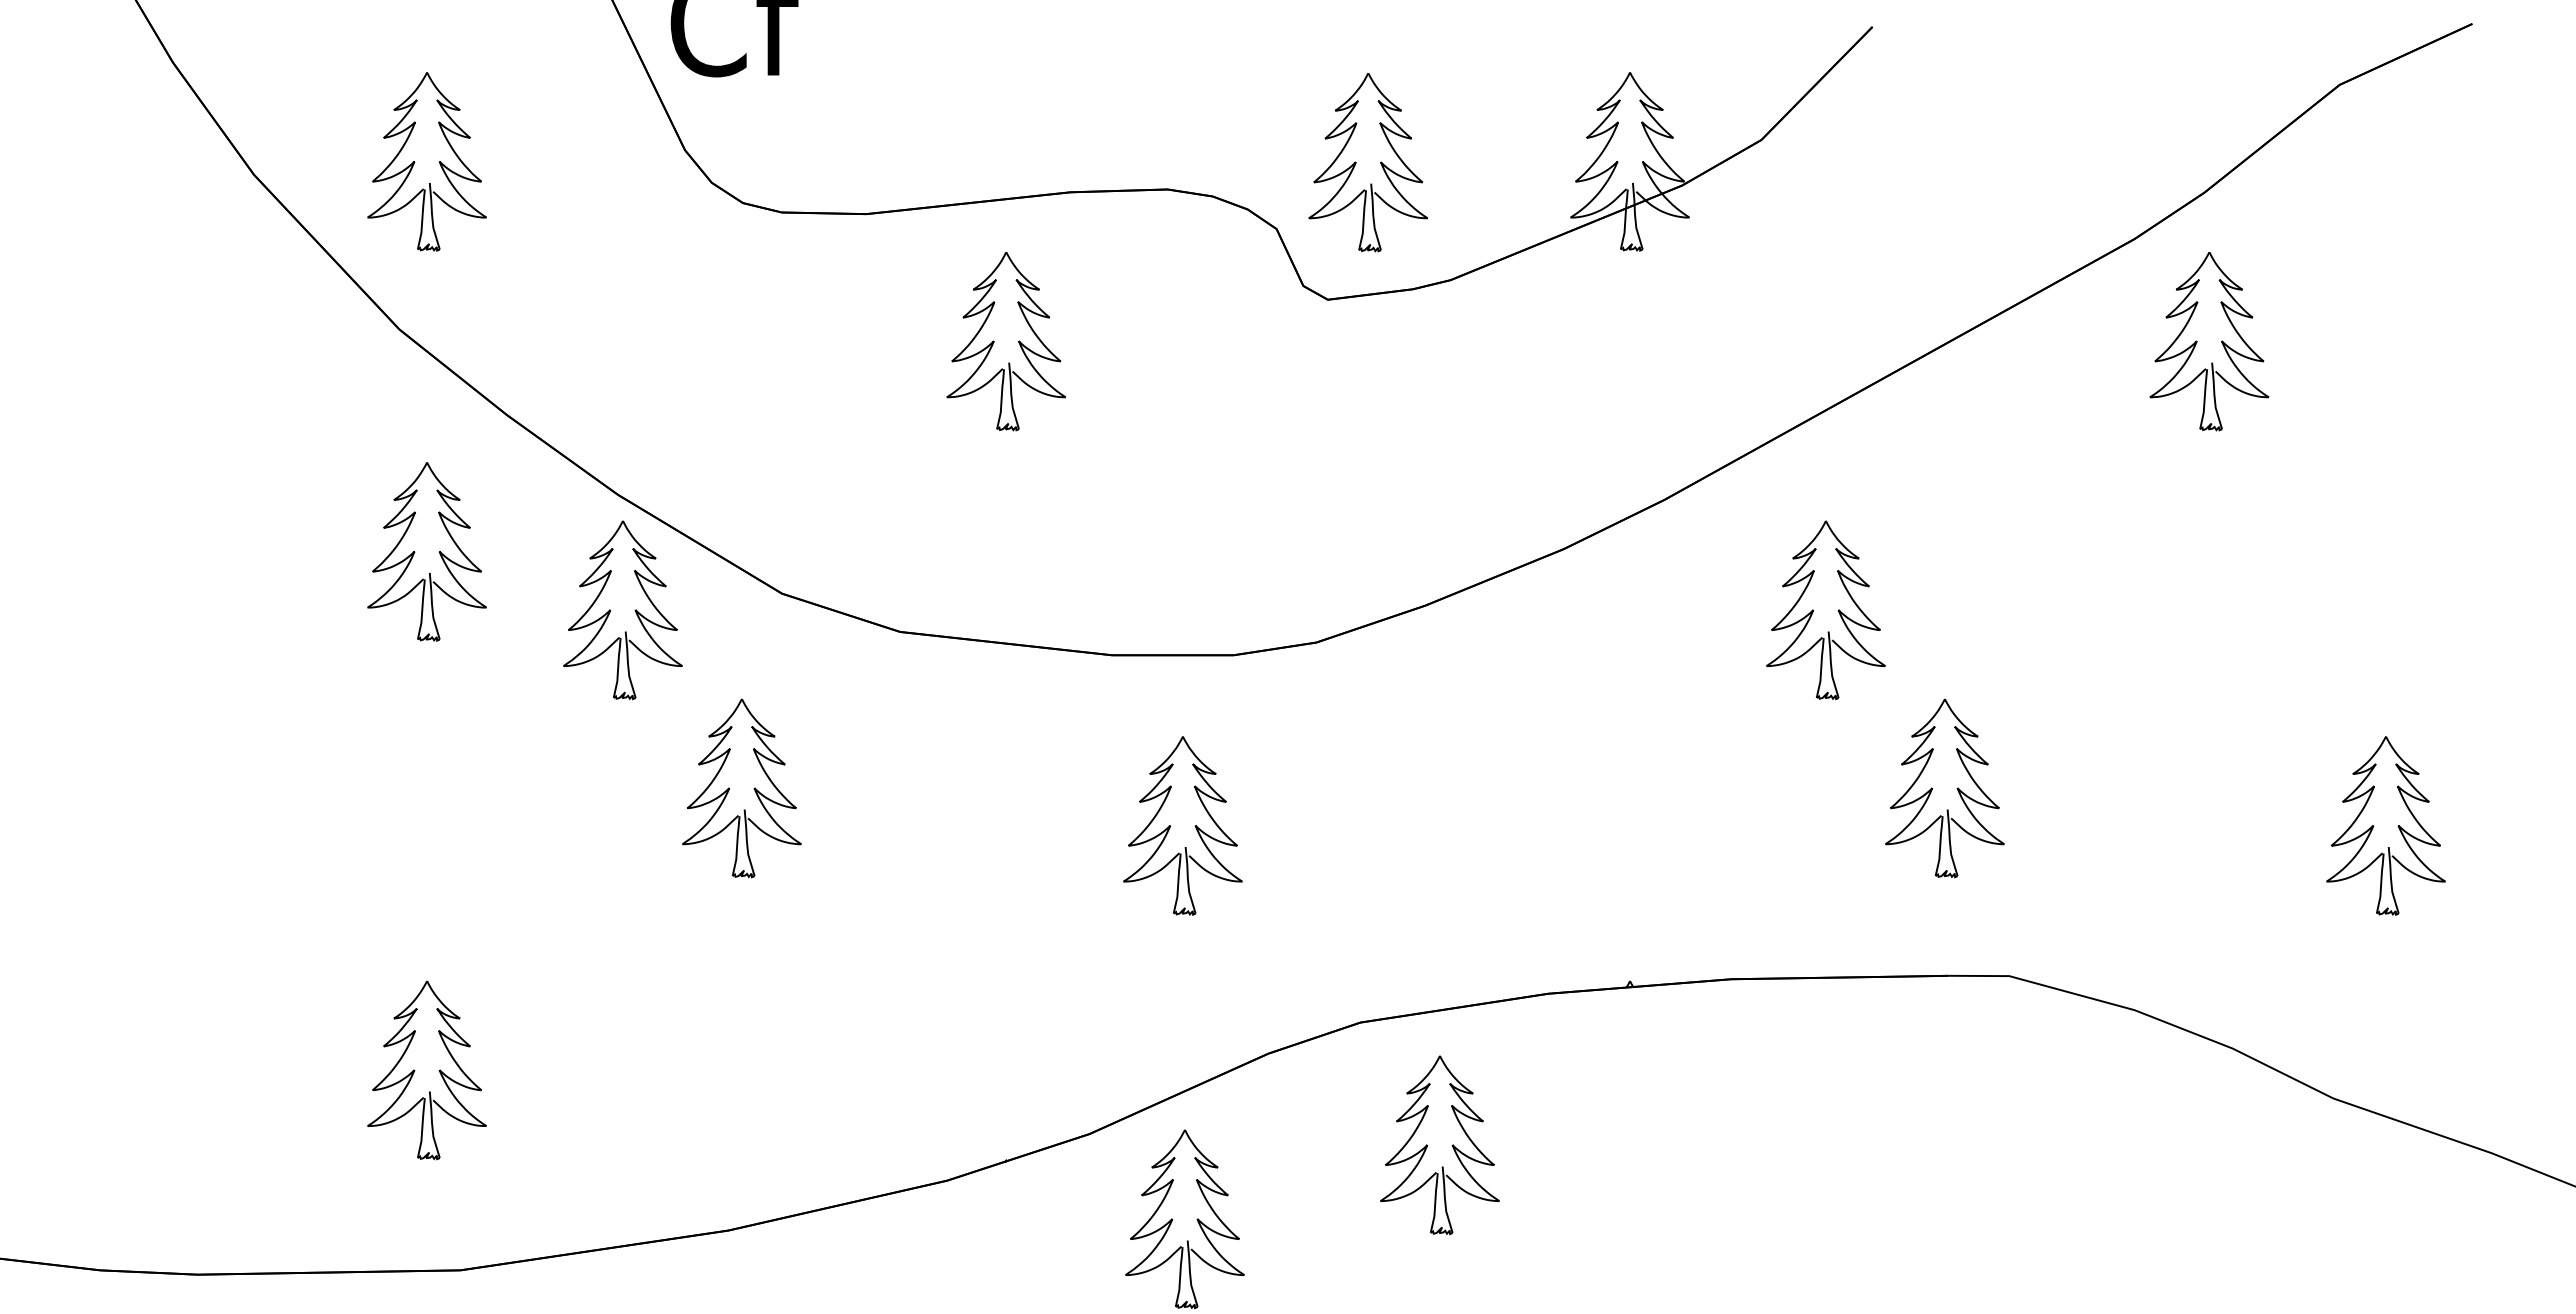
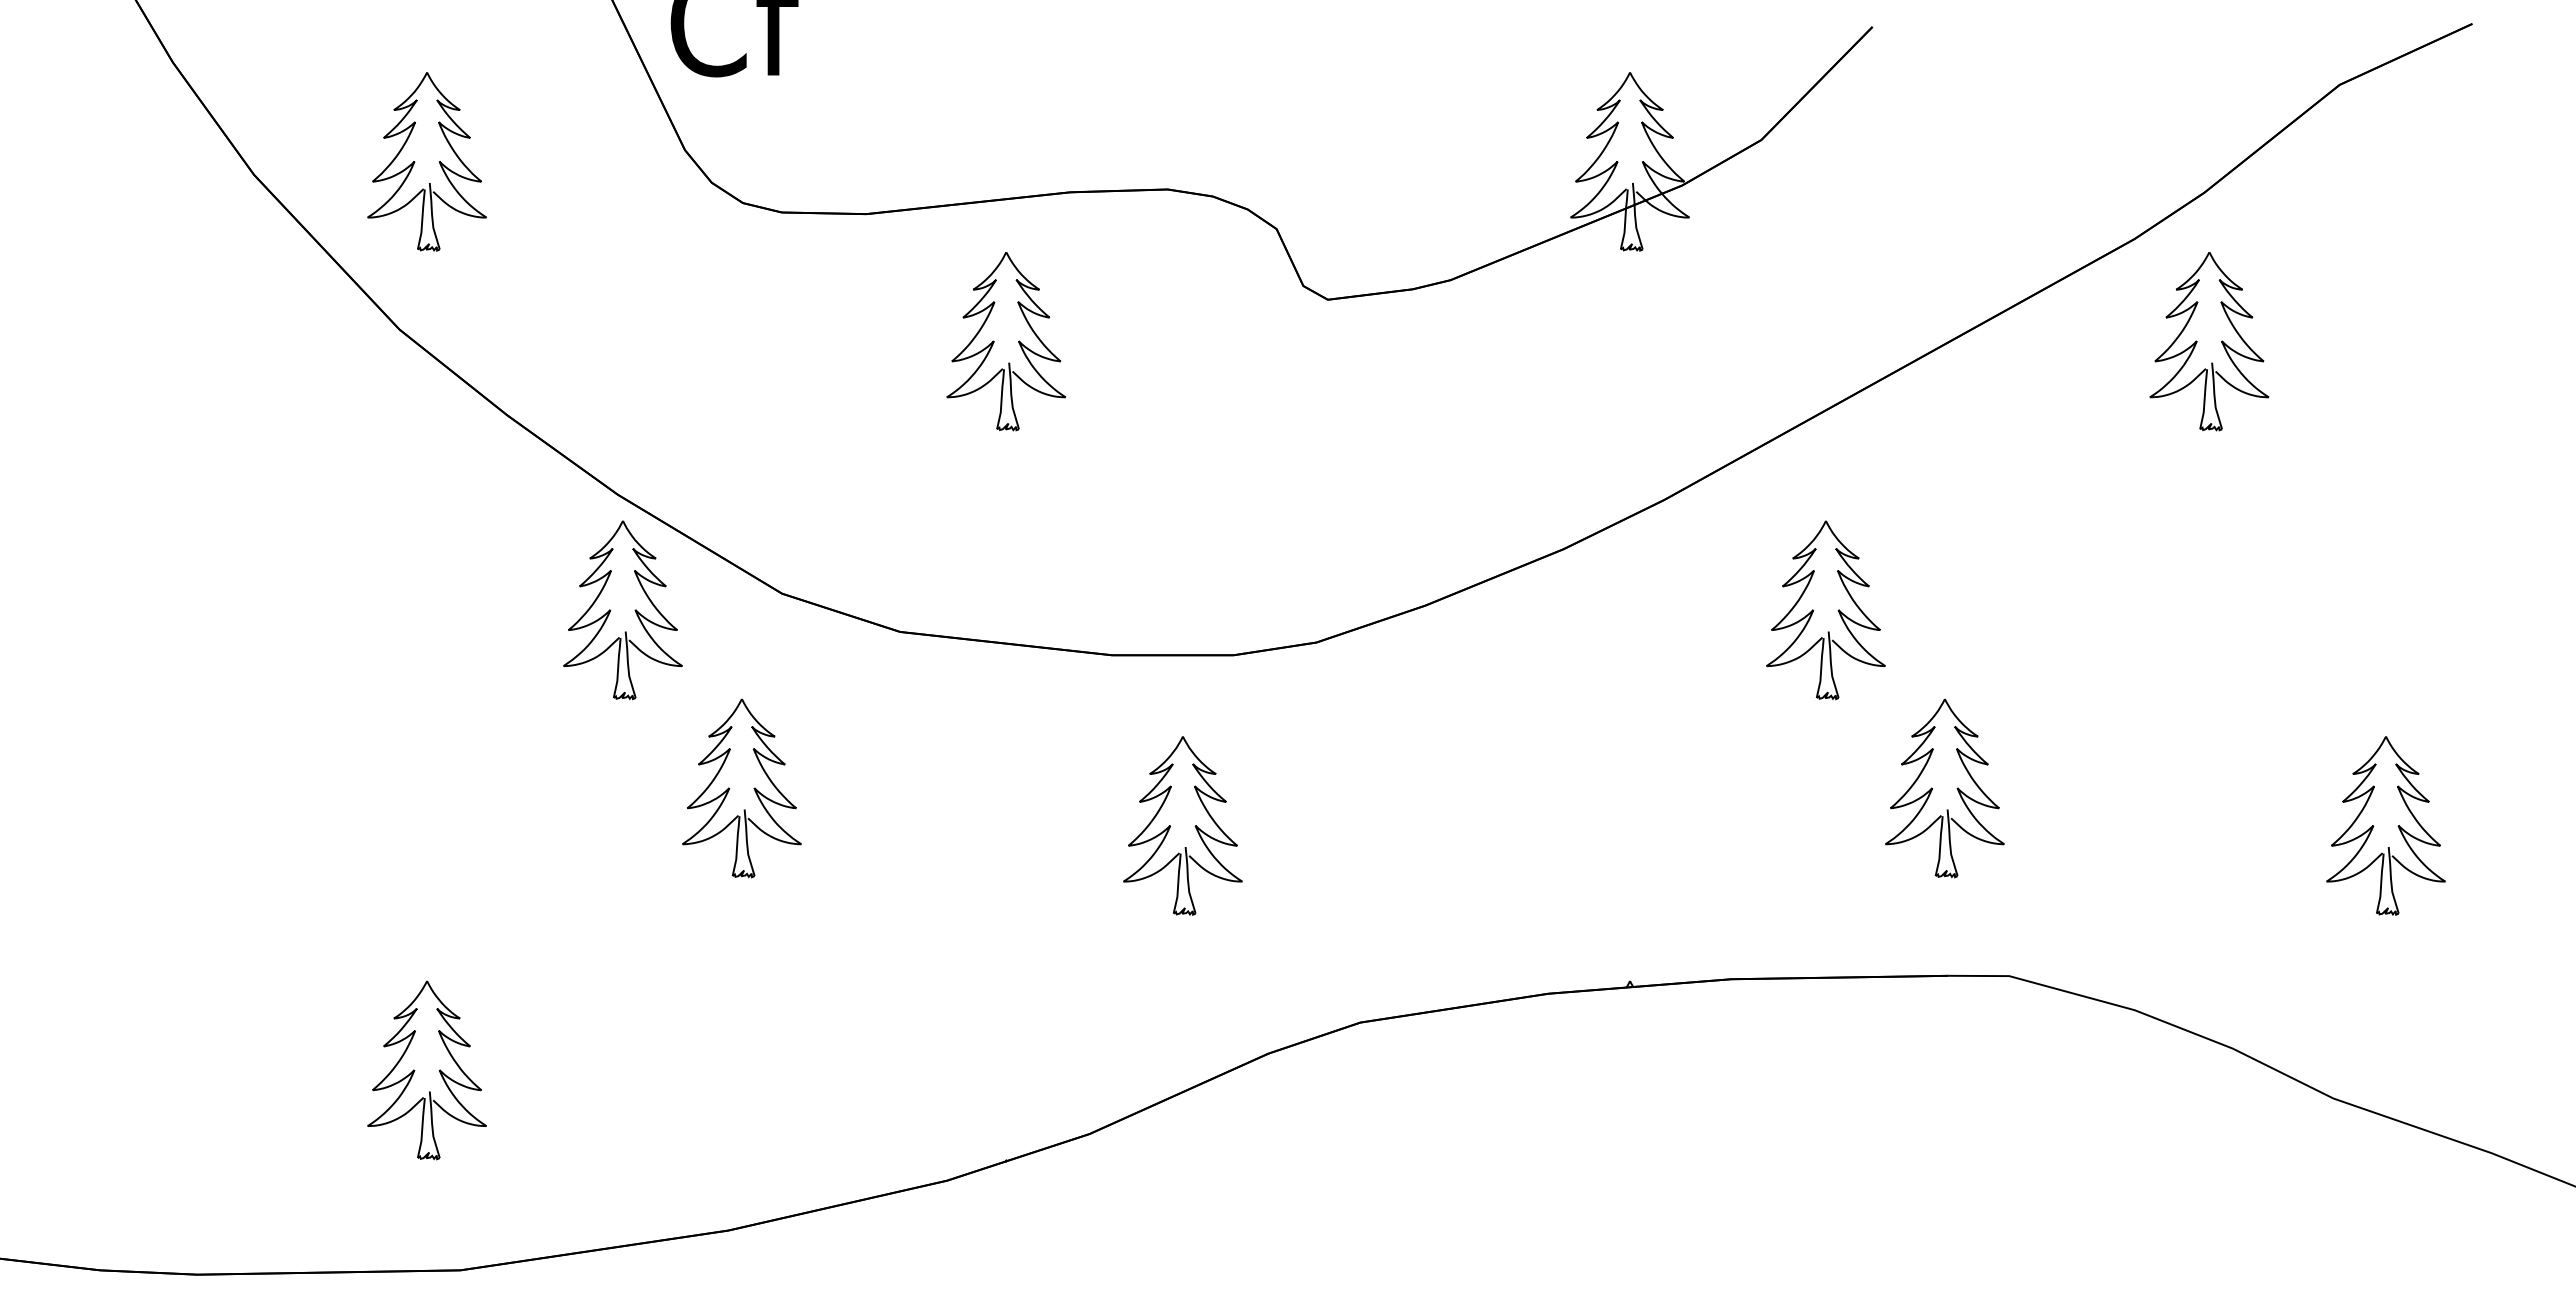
part at (1356, 162): present -> none
part at (426, 551): present -> none
part at (1439, 1145): present -> none
part at (1184, 1219): present -> none
